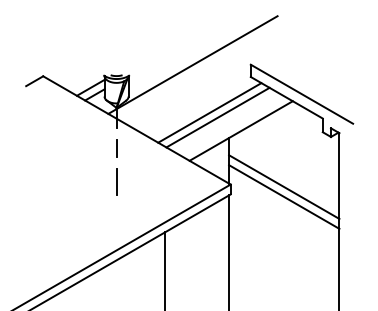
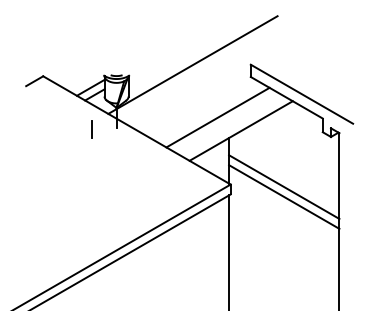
line at (209, 112): present -> none
line at (116, 148) position: (116, 148) -> (91, 129)
line at (116, 181): present -> none
line at (165, 269): present -> none
